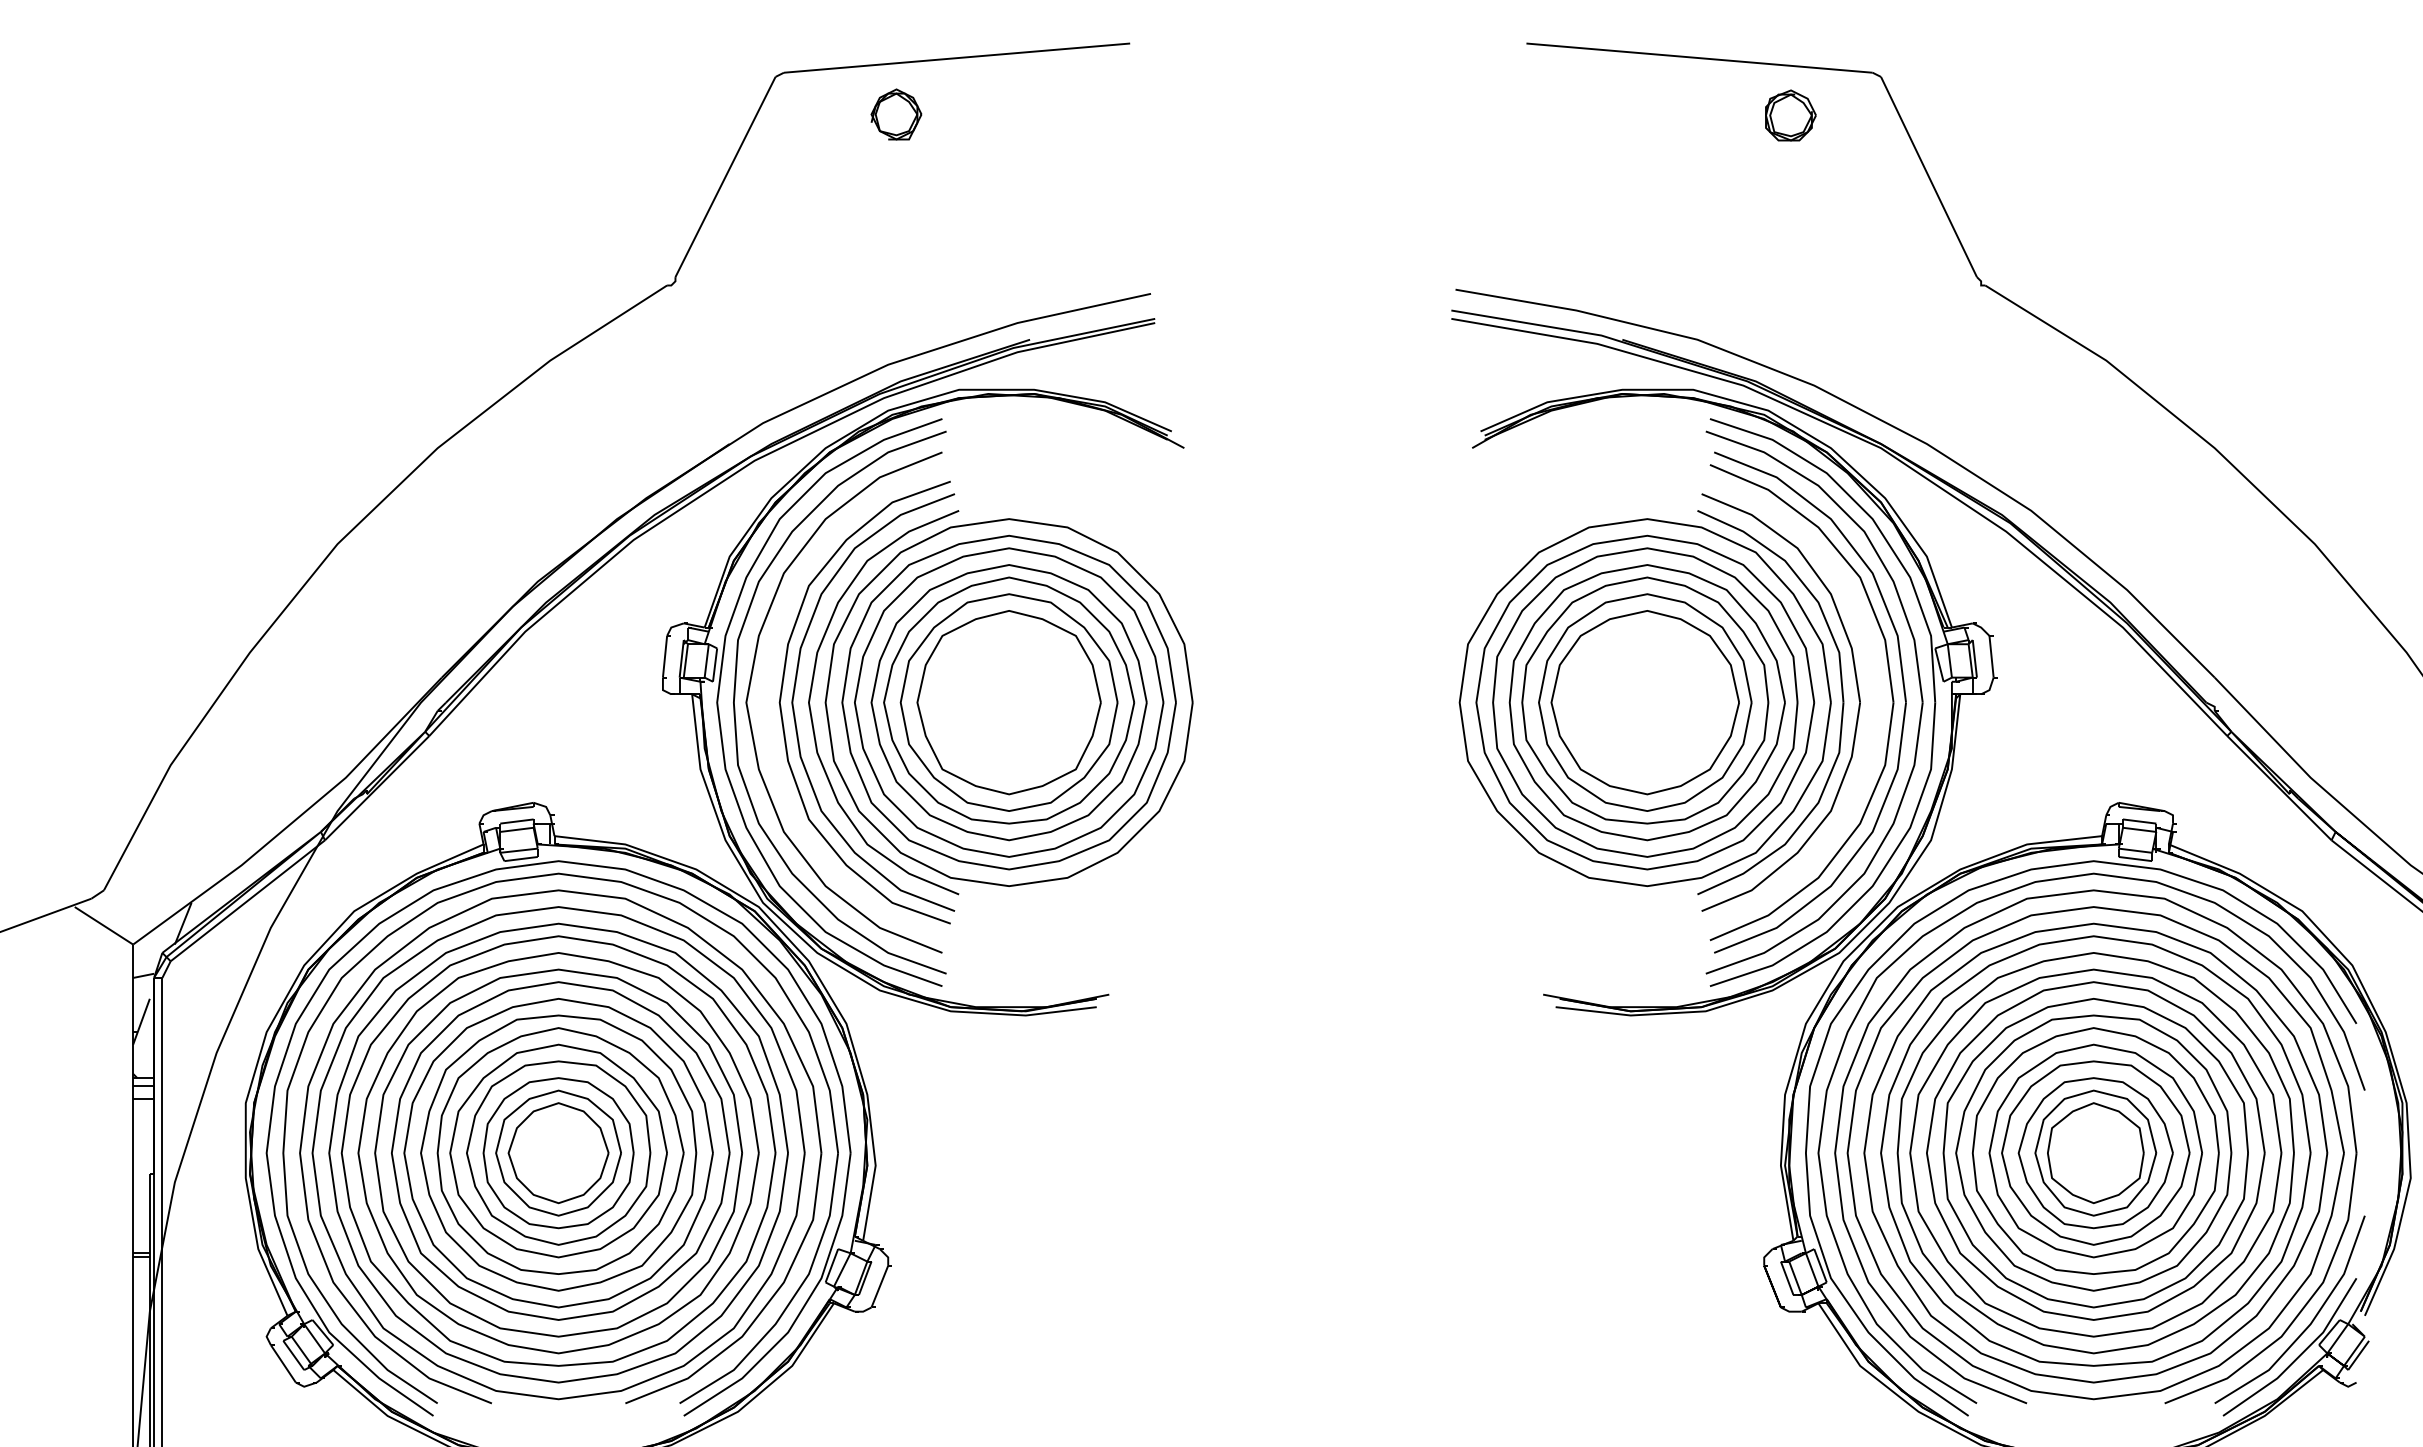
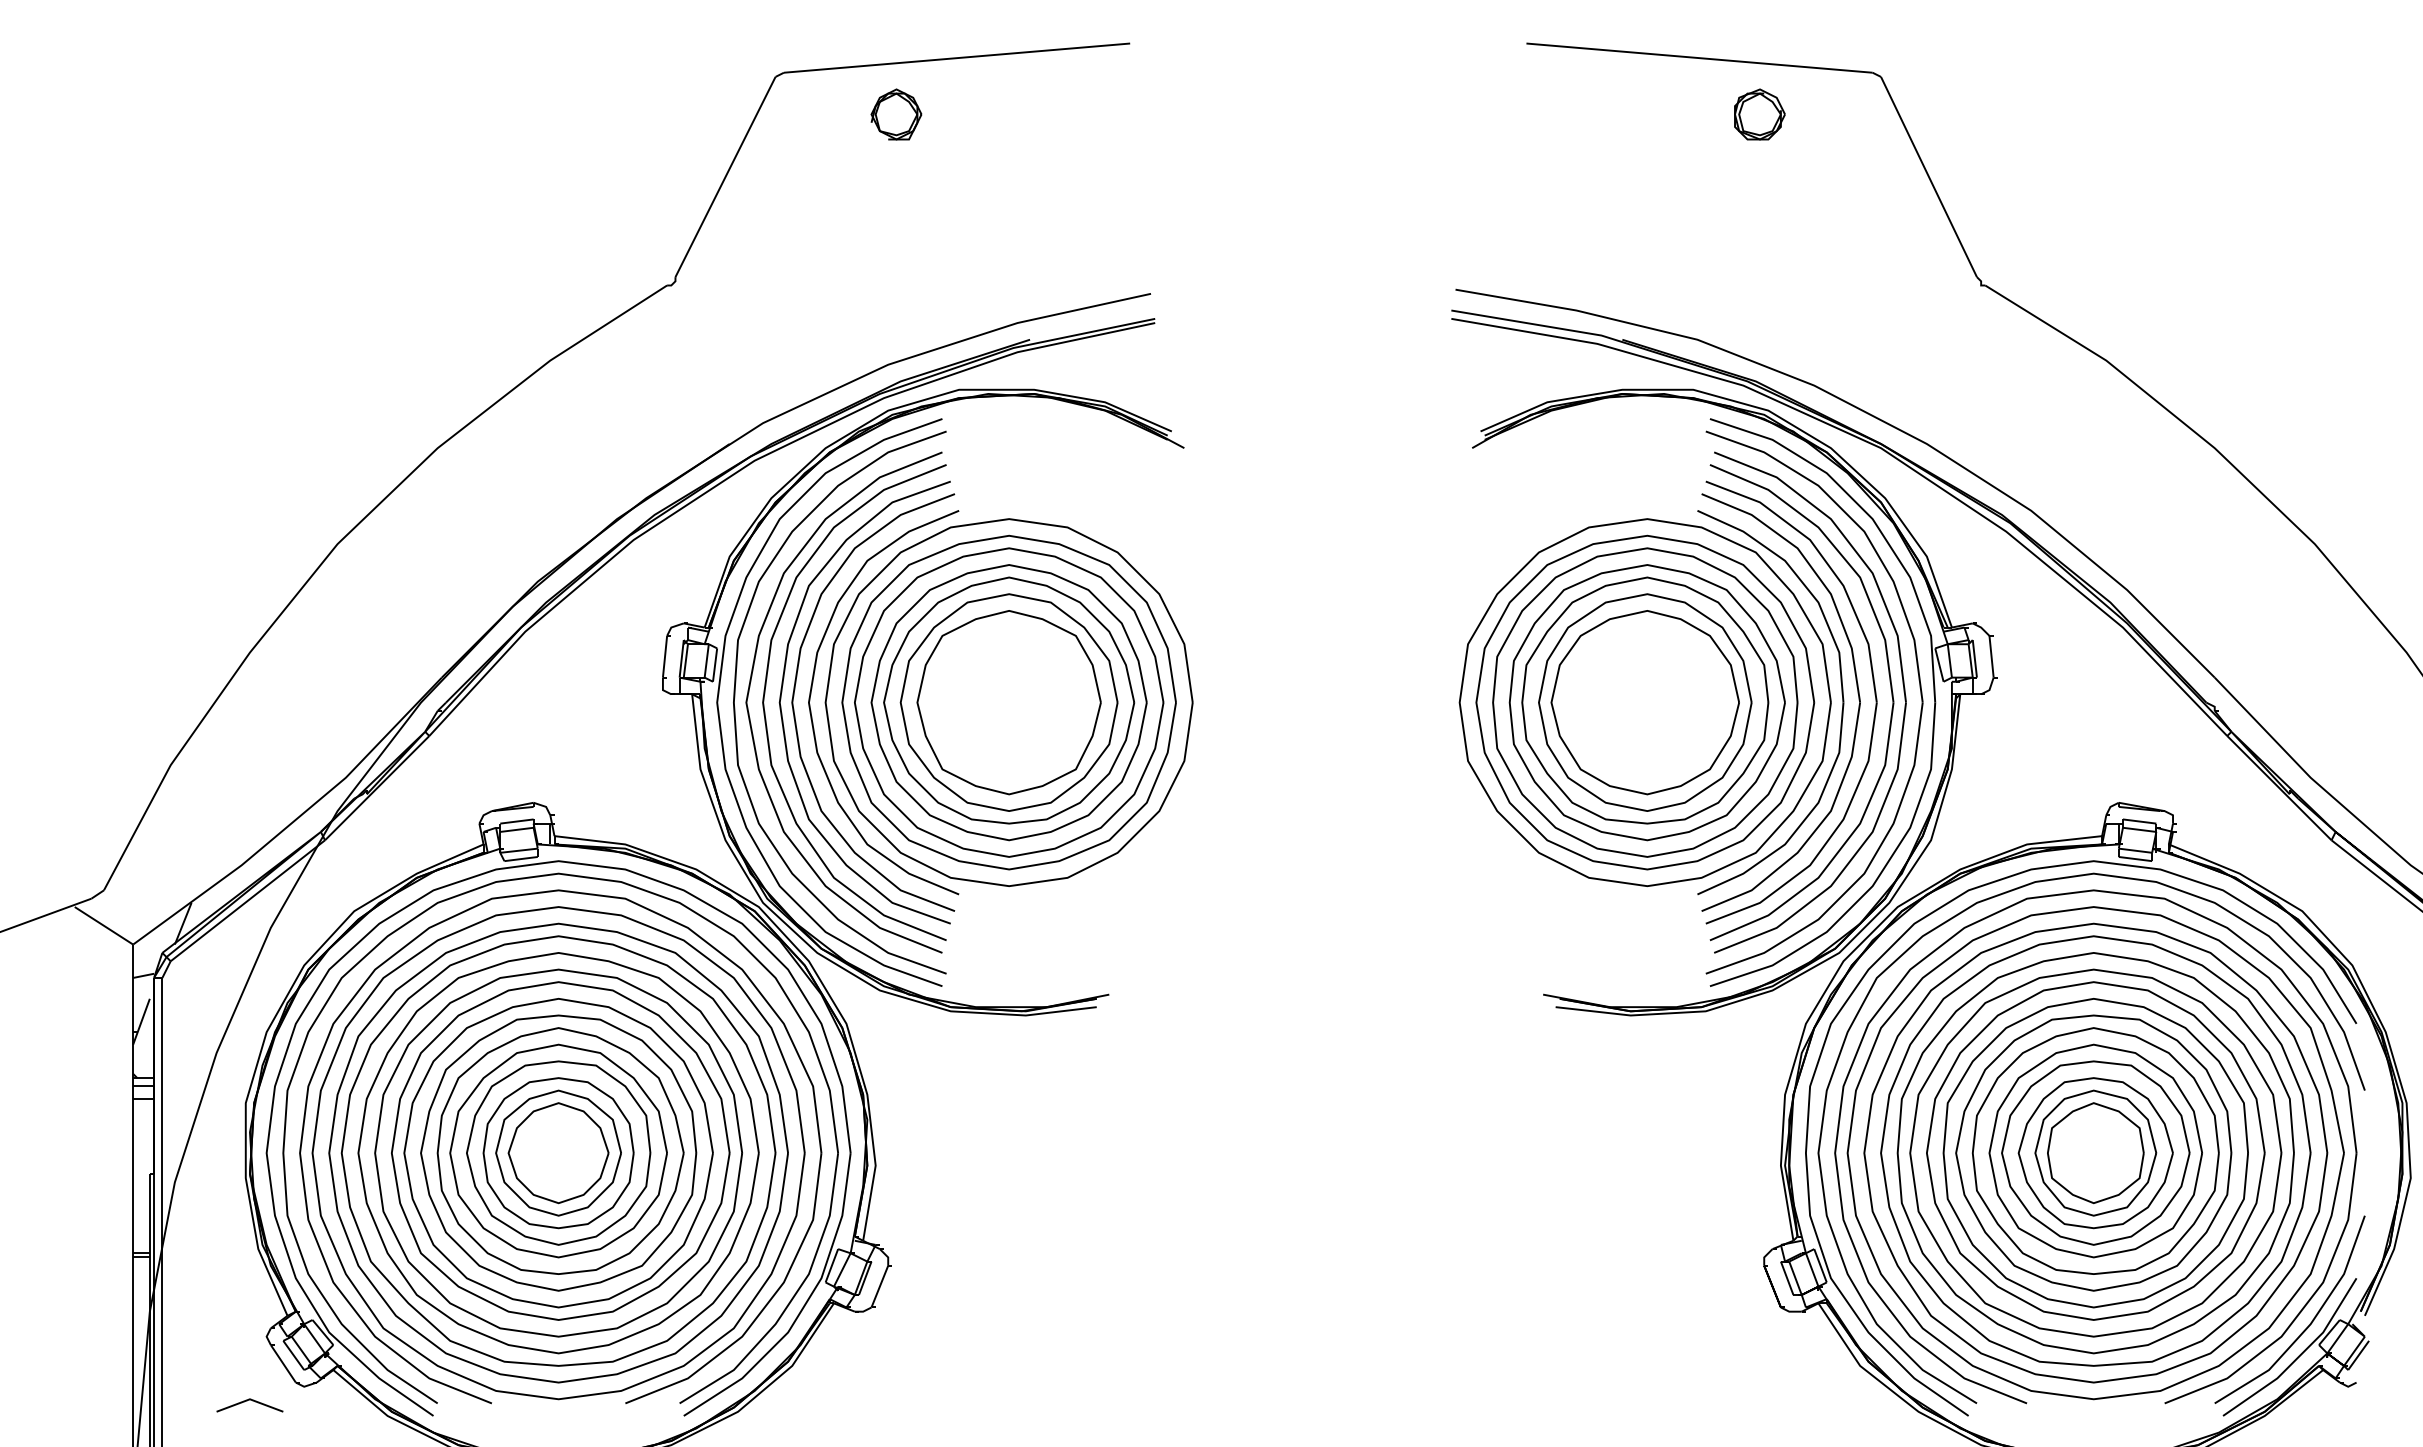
part at (1790, 115) position: (1790, 115) -> (1759, 114)
part at (1873, 688): none -> present
curve at (765, 694): none -> present
line at (247, 1401): none -> present
